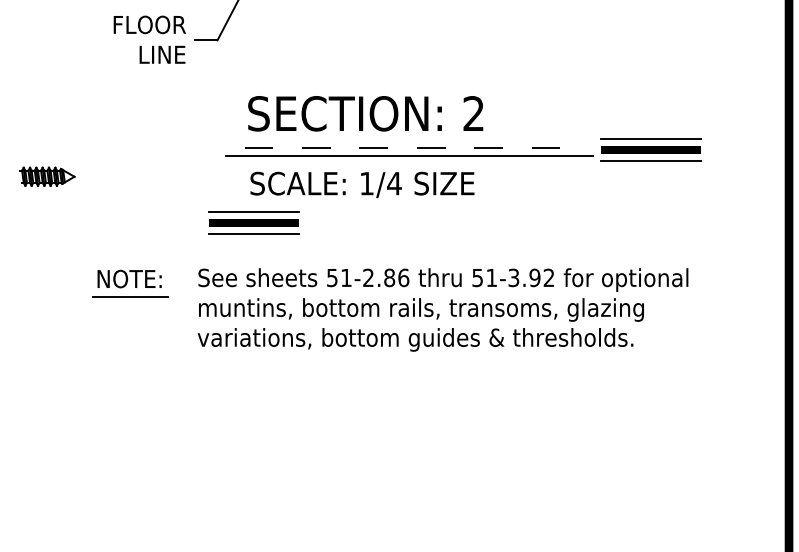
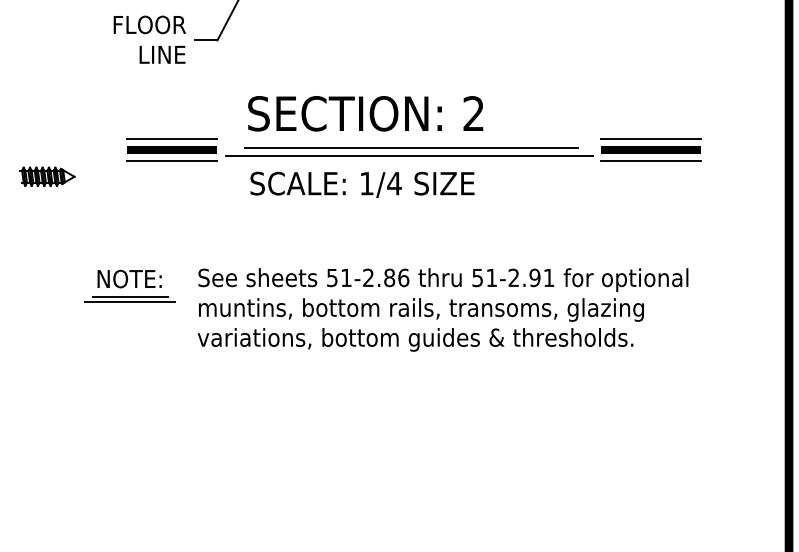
line at (411, 147): dashed -> solid
part at (253, 222) position: (253, 222) -> (171, 149)
text at (531, 277): 51-3.92 -> 51-2.91
line at (130, 302): none -> present
